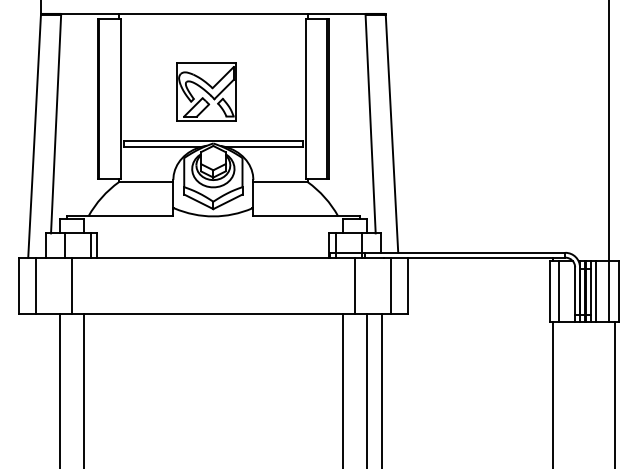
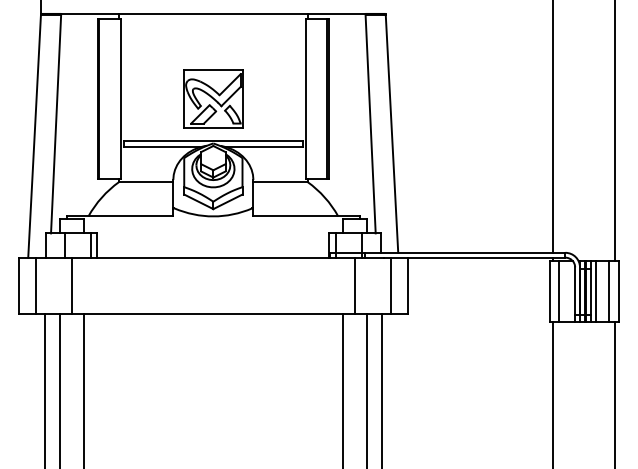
part at (206, 91) position: (206, 91) -> (213, 98)
line at (553, 127): none -> present
line at (609, 131) position: (609, 131) -> (615, 131)
line at (44, 389): none -> present
